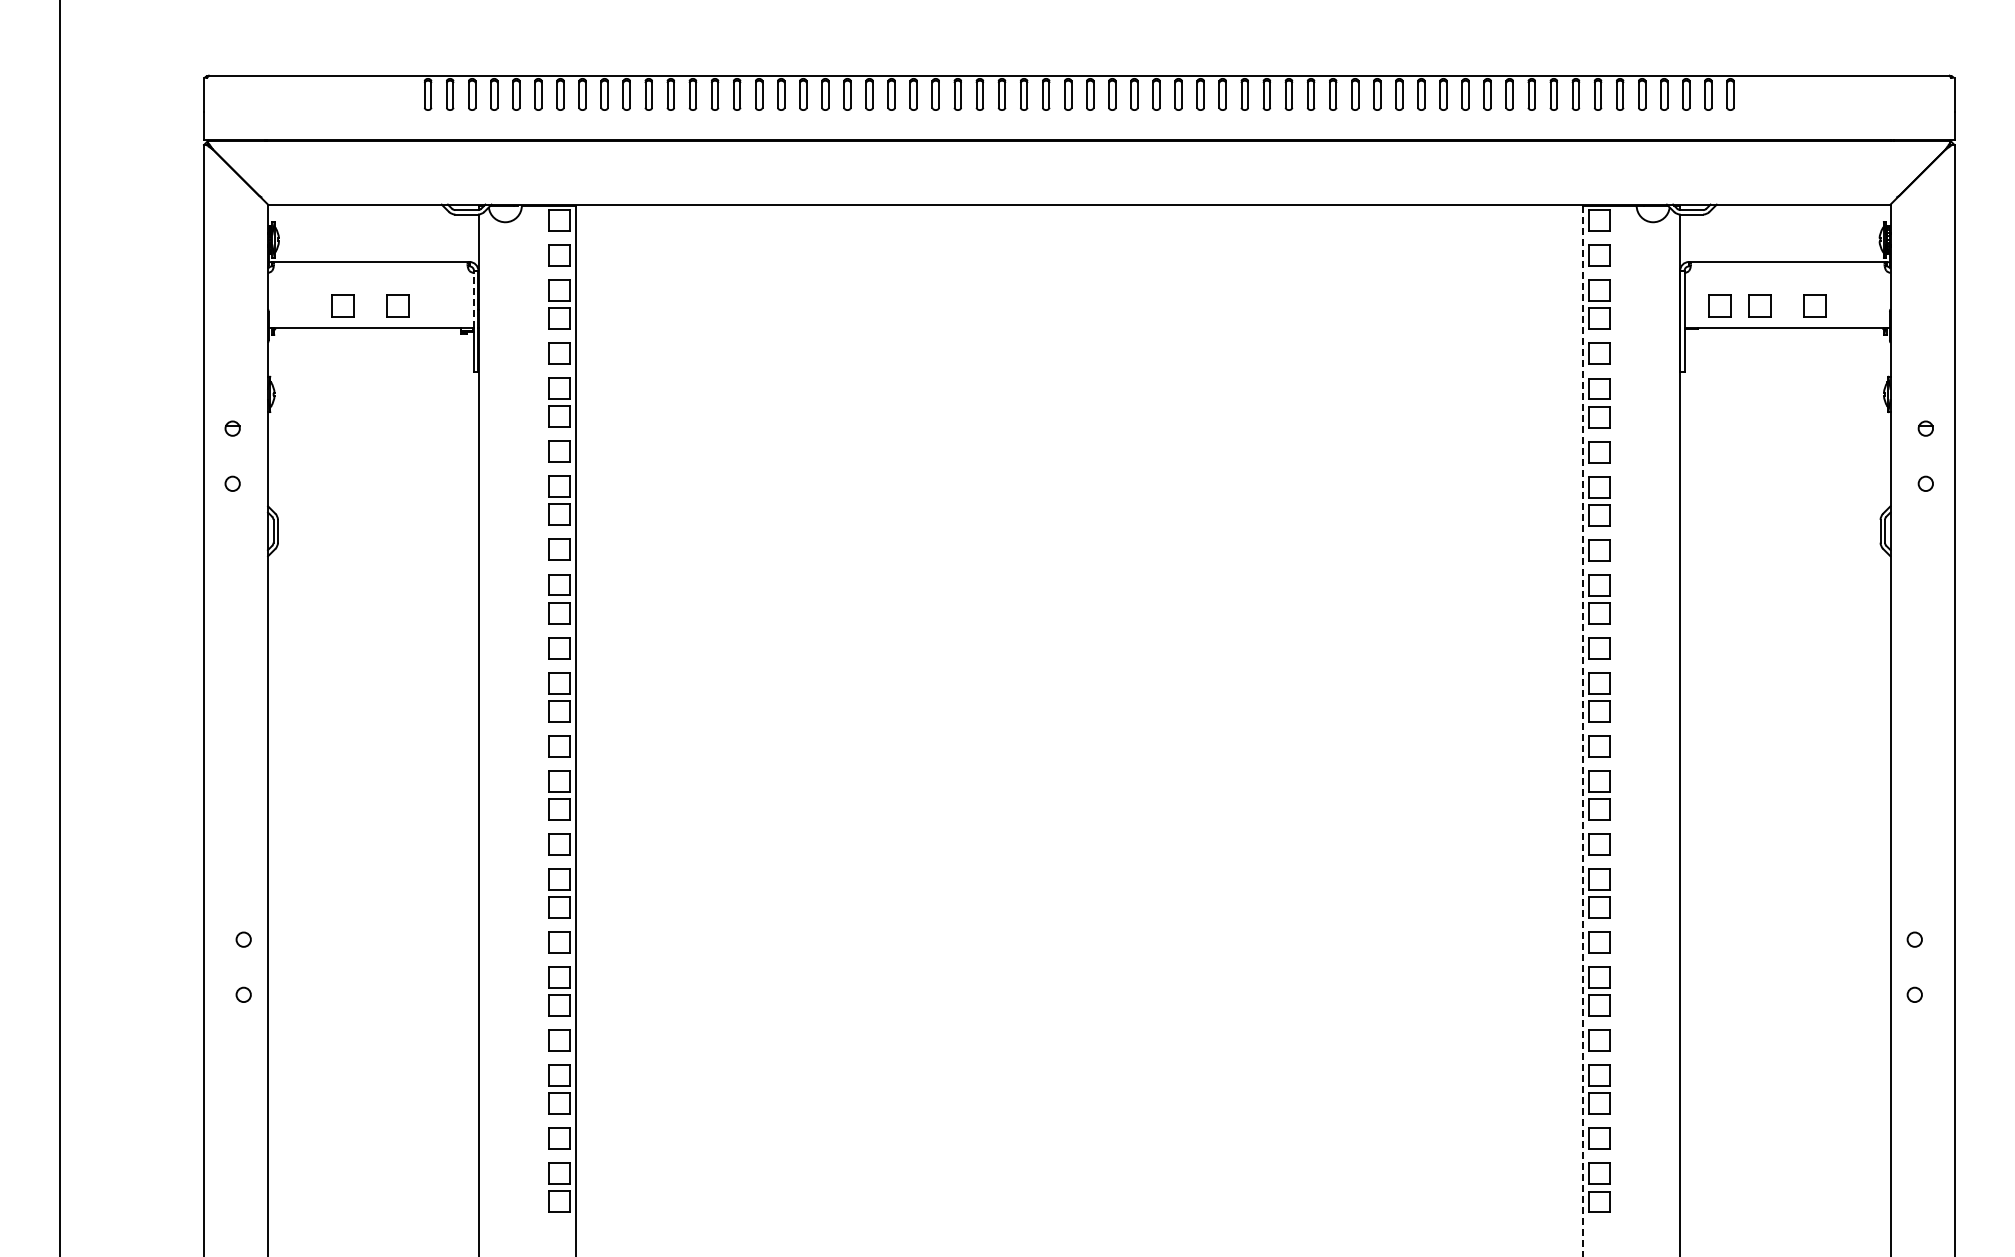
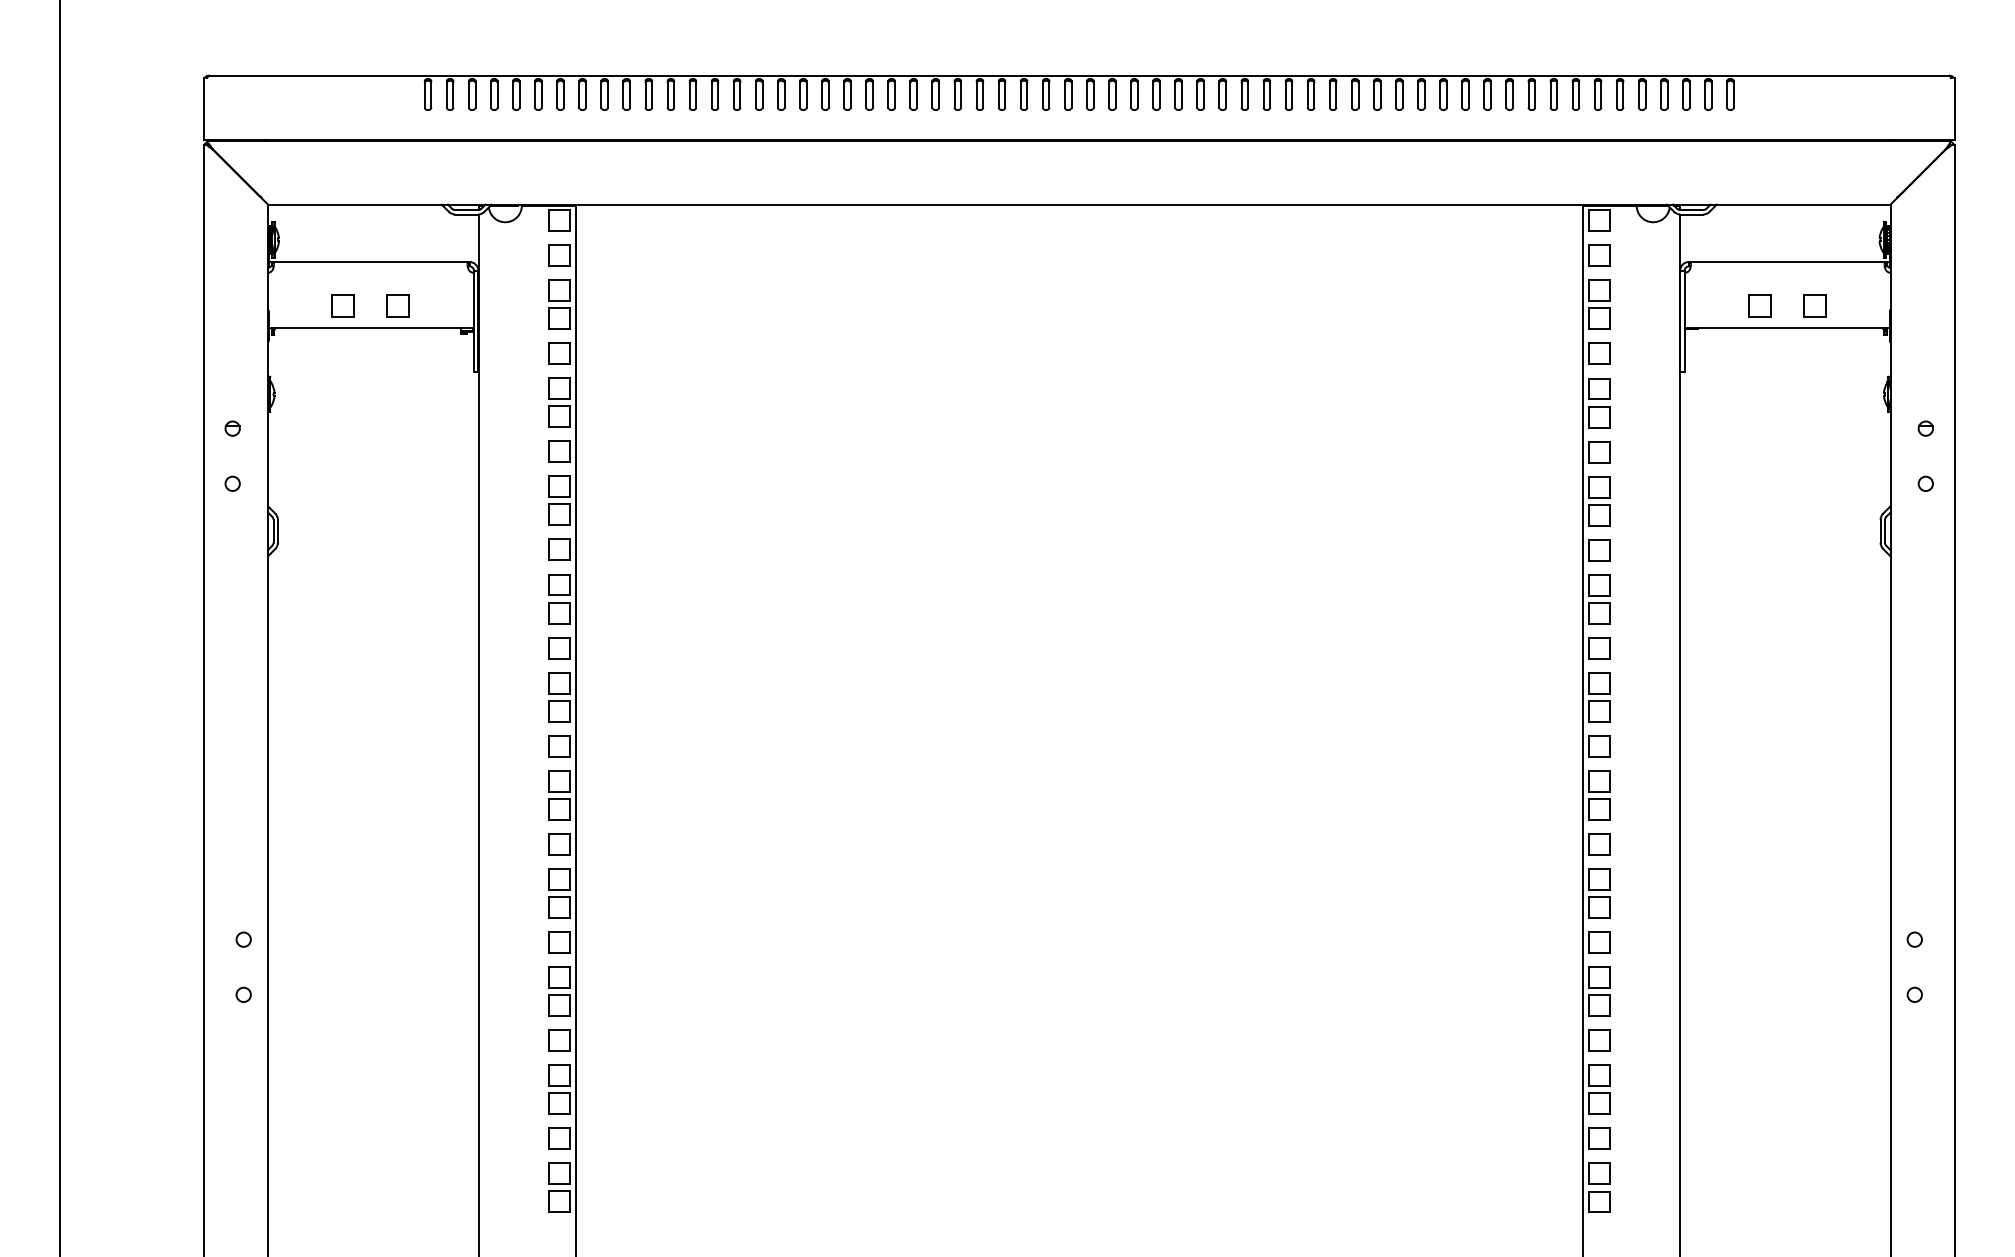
line at (473, 300): dashed -> solid
part at (1719, 305): present -> none
line at (1582, 731): dashed -> solid
